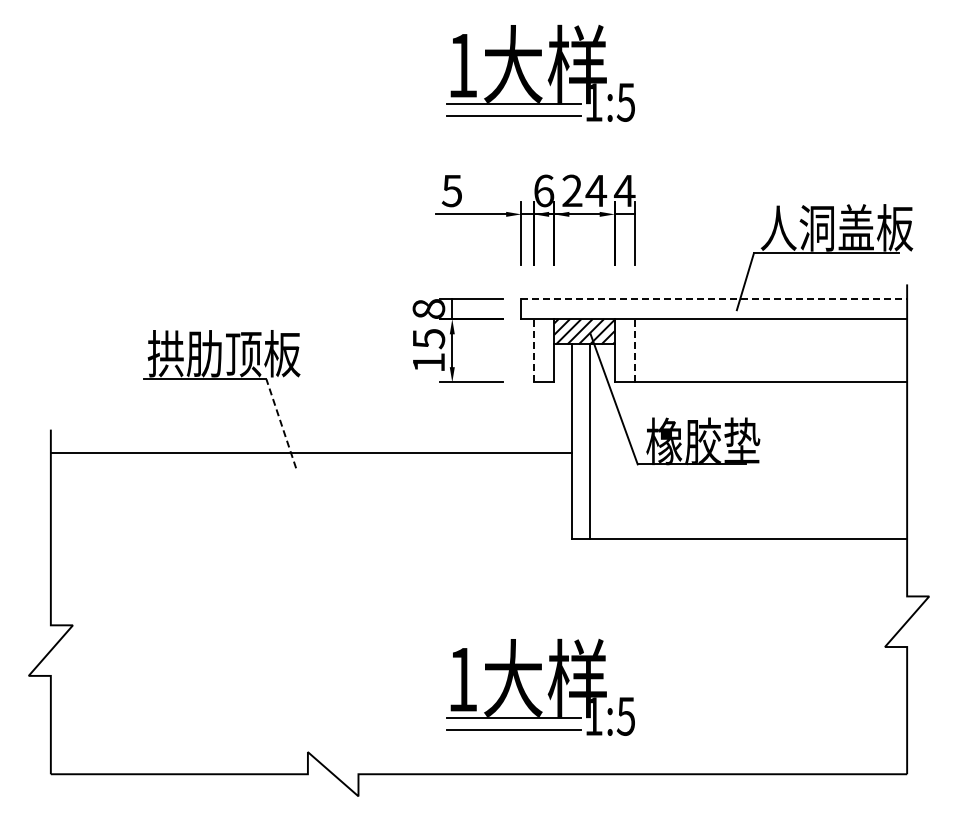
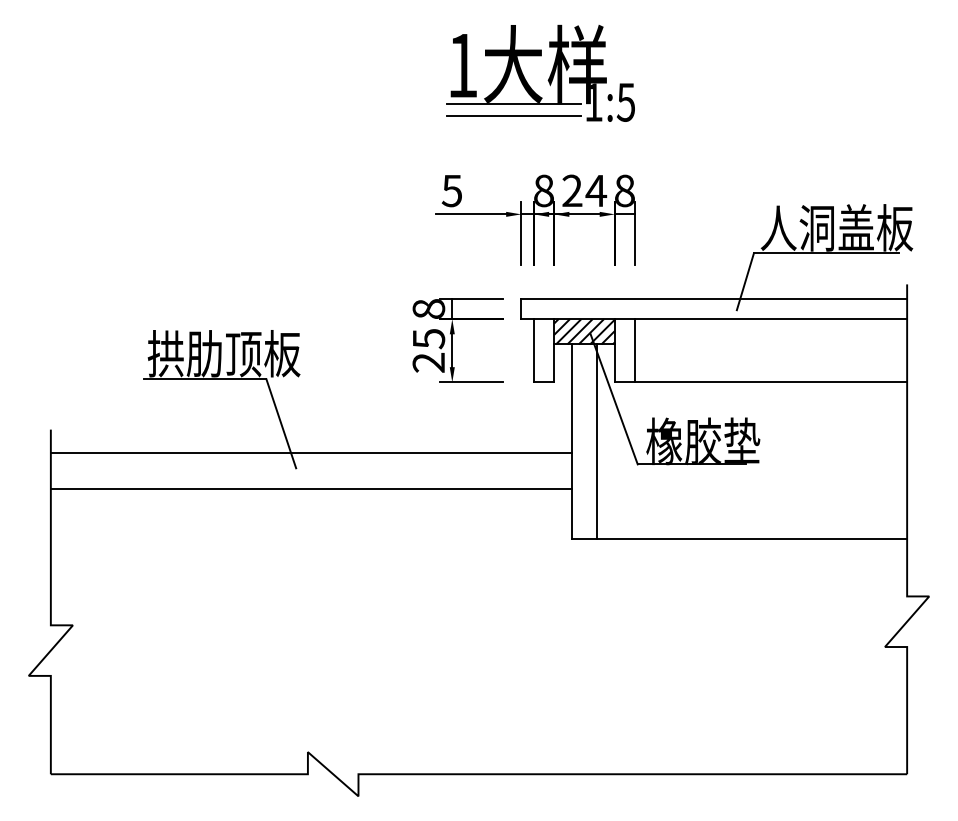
text at (544, 190): 6 -> 8
text at (624, 190): 4 -> 8
line at (714, 298): dashed -> solid
line at (533, 350): dashed -> solid
line at (635, 350): dashed -> solid
text at (428, 362): 15 -> 25
line at (281, 423): dashed -> solid
line at (590, 441) position: (590, 441) -> (597, 441)
line at (310, 488): none -> present
part at (549, 690): present -> none
